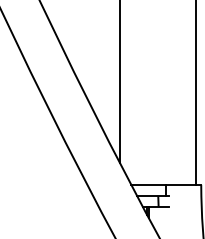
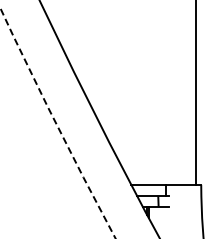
line at (119, 82): present -> none
arc at (56, 123): solid -> dashed
